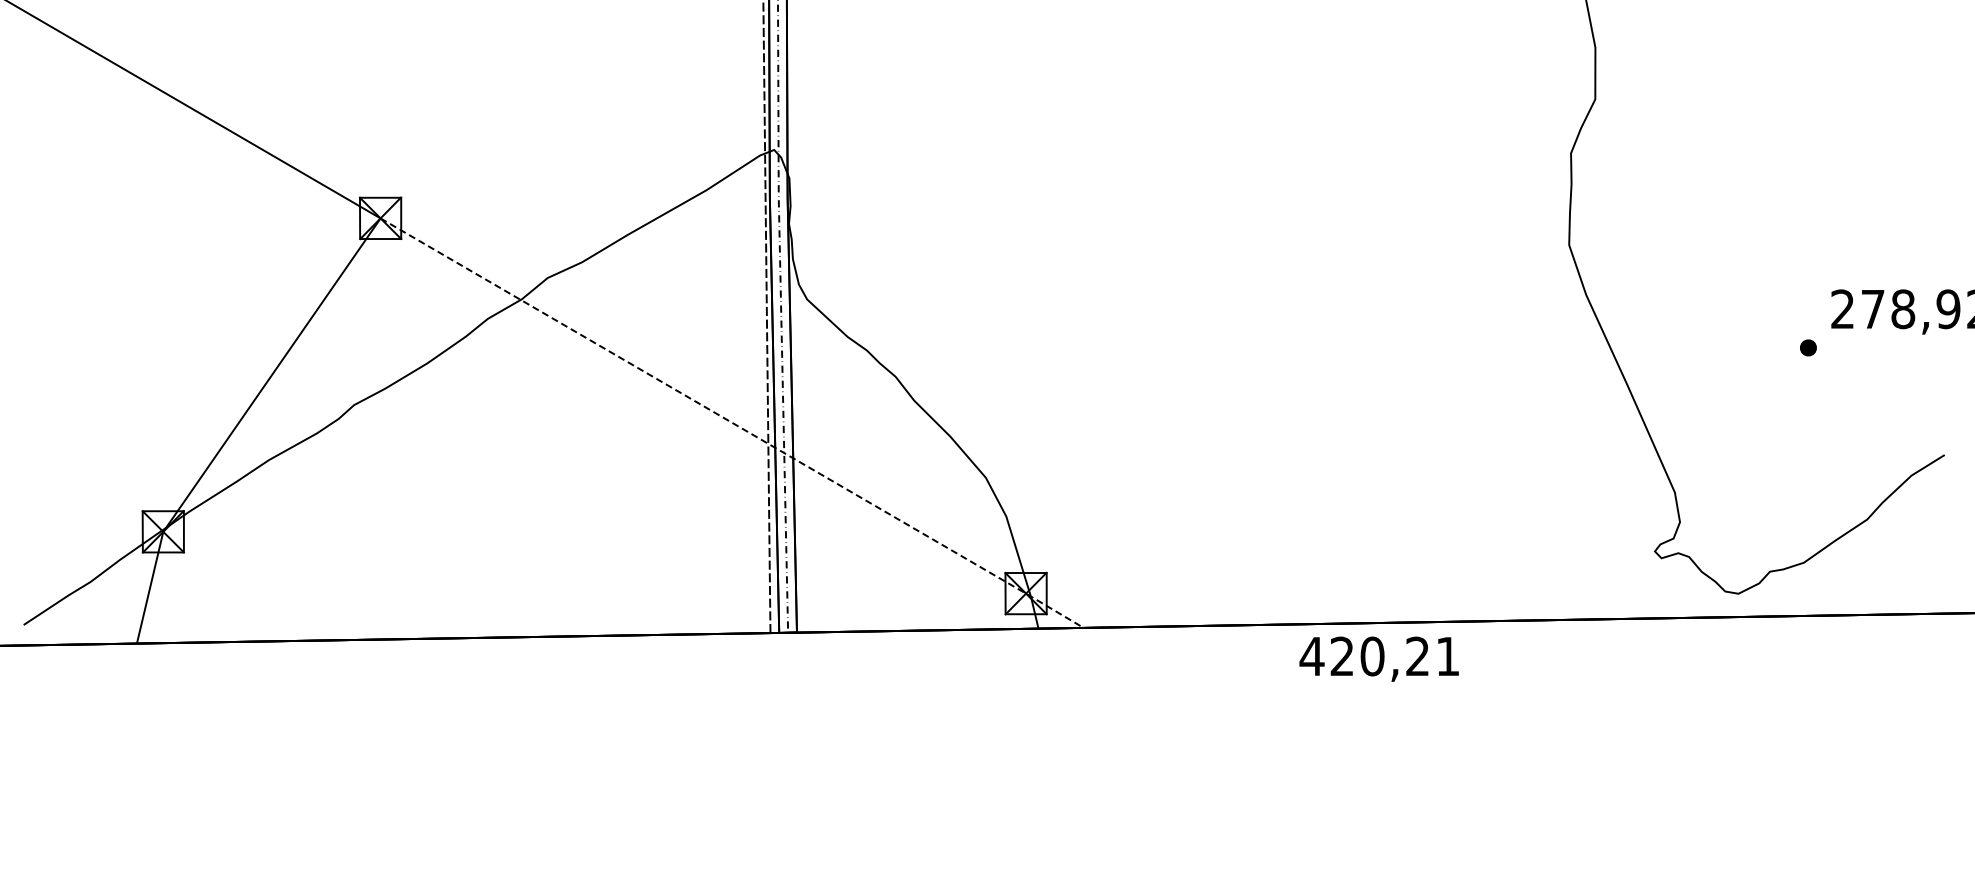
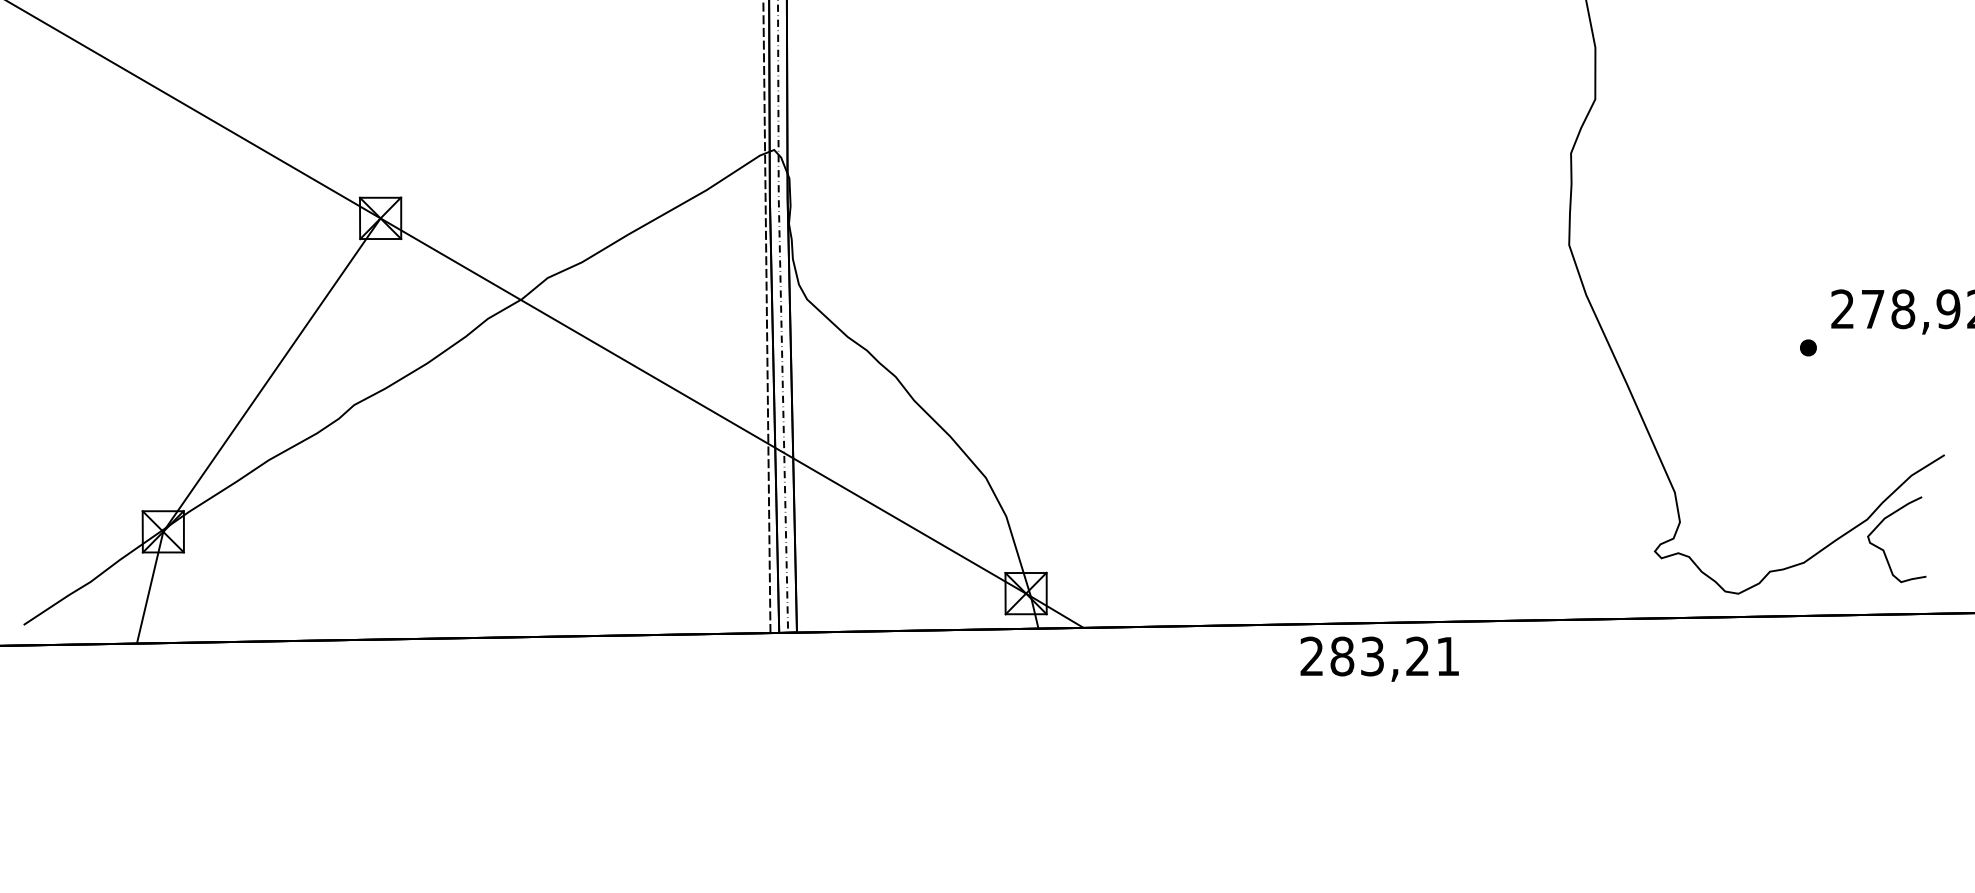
line at (733, 423): dashed -> solid
curve at (1884, 550): none -> present
text at (1341, 656): 420,21 -> 283,21
